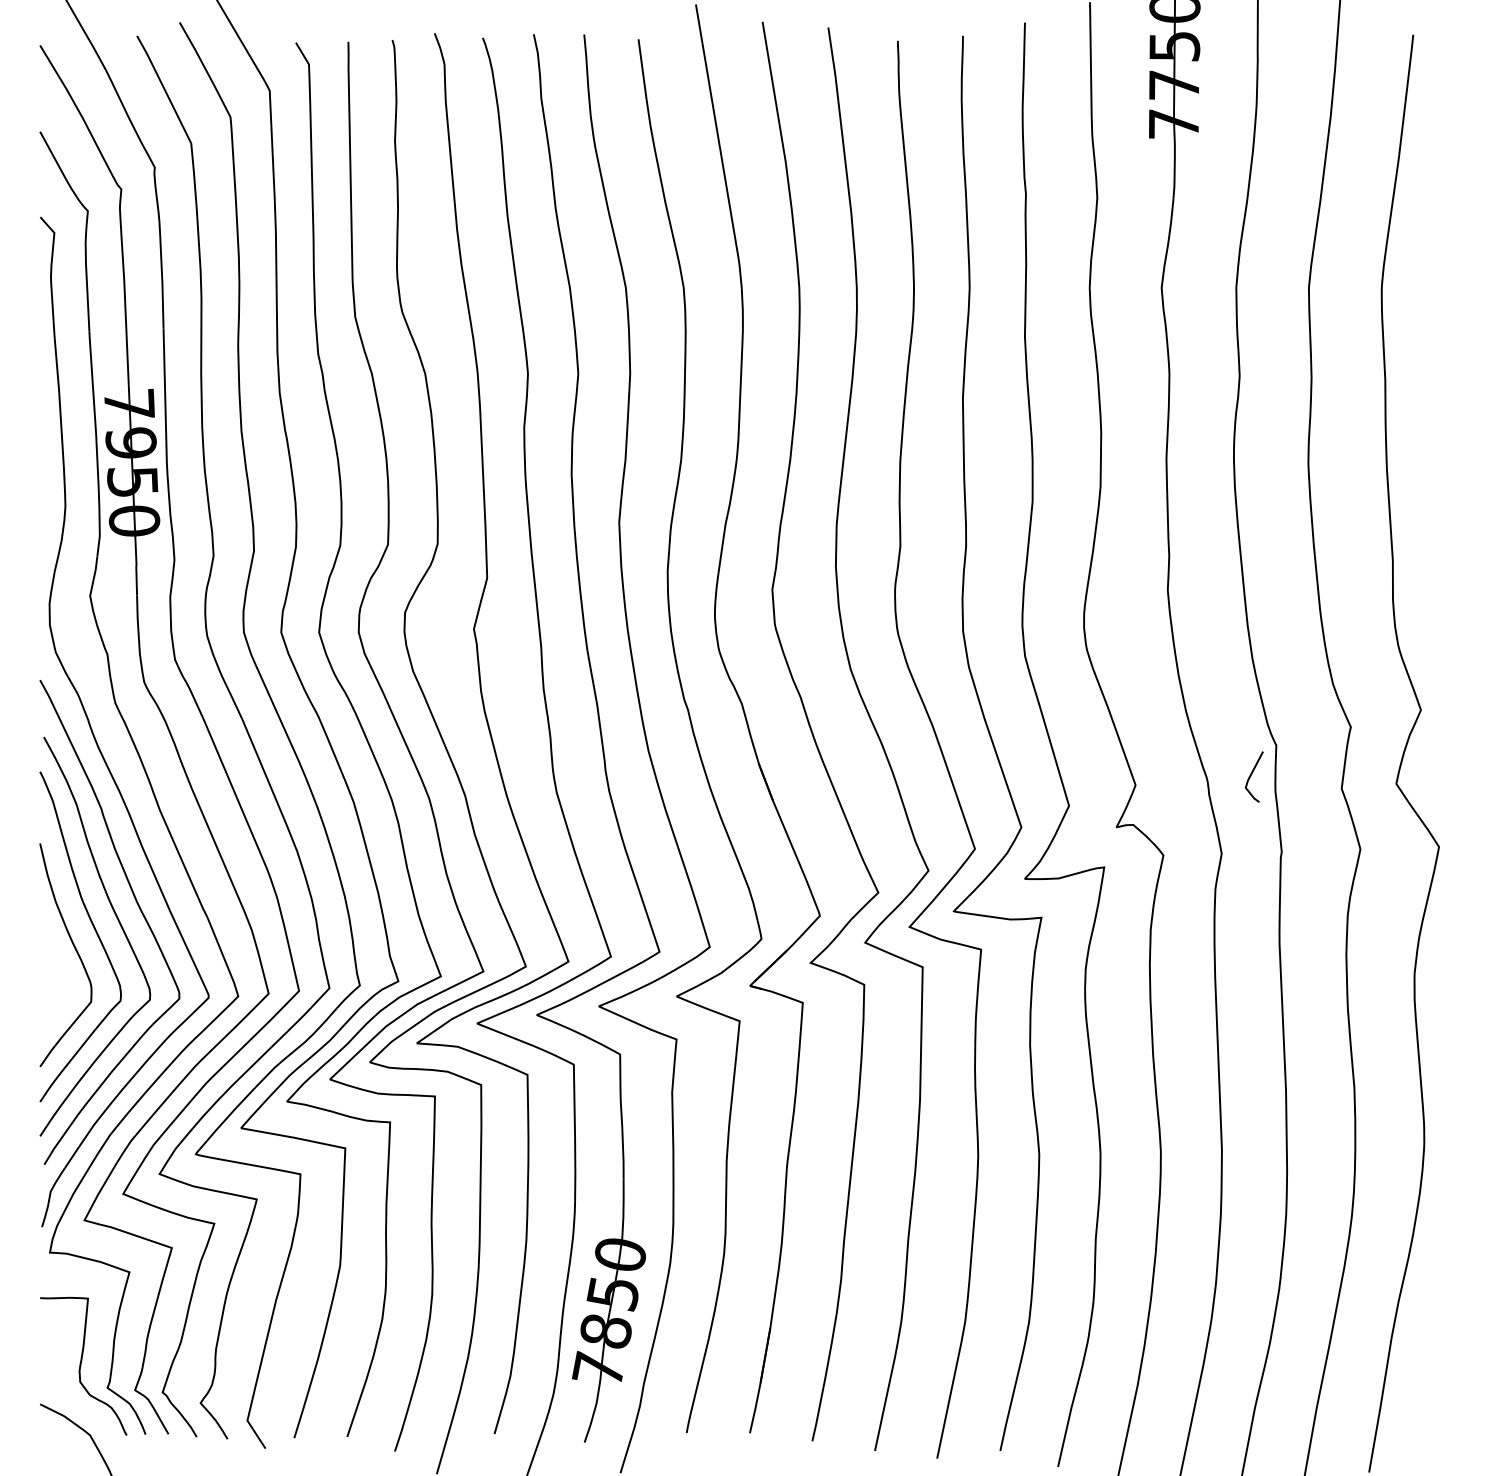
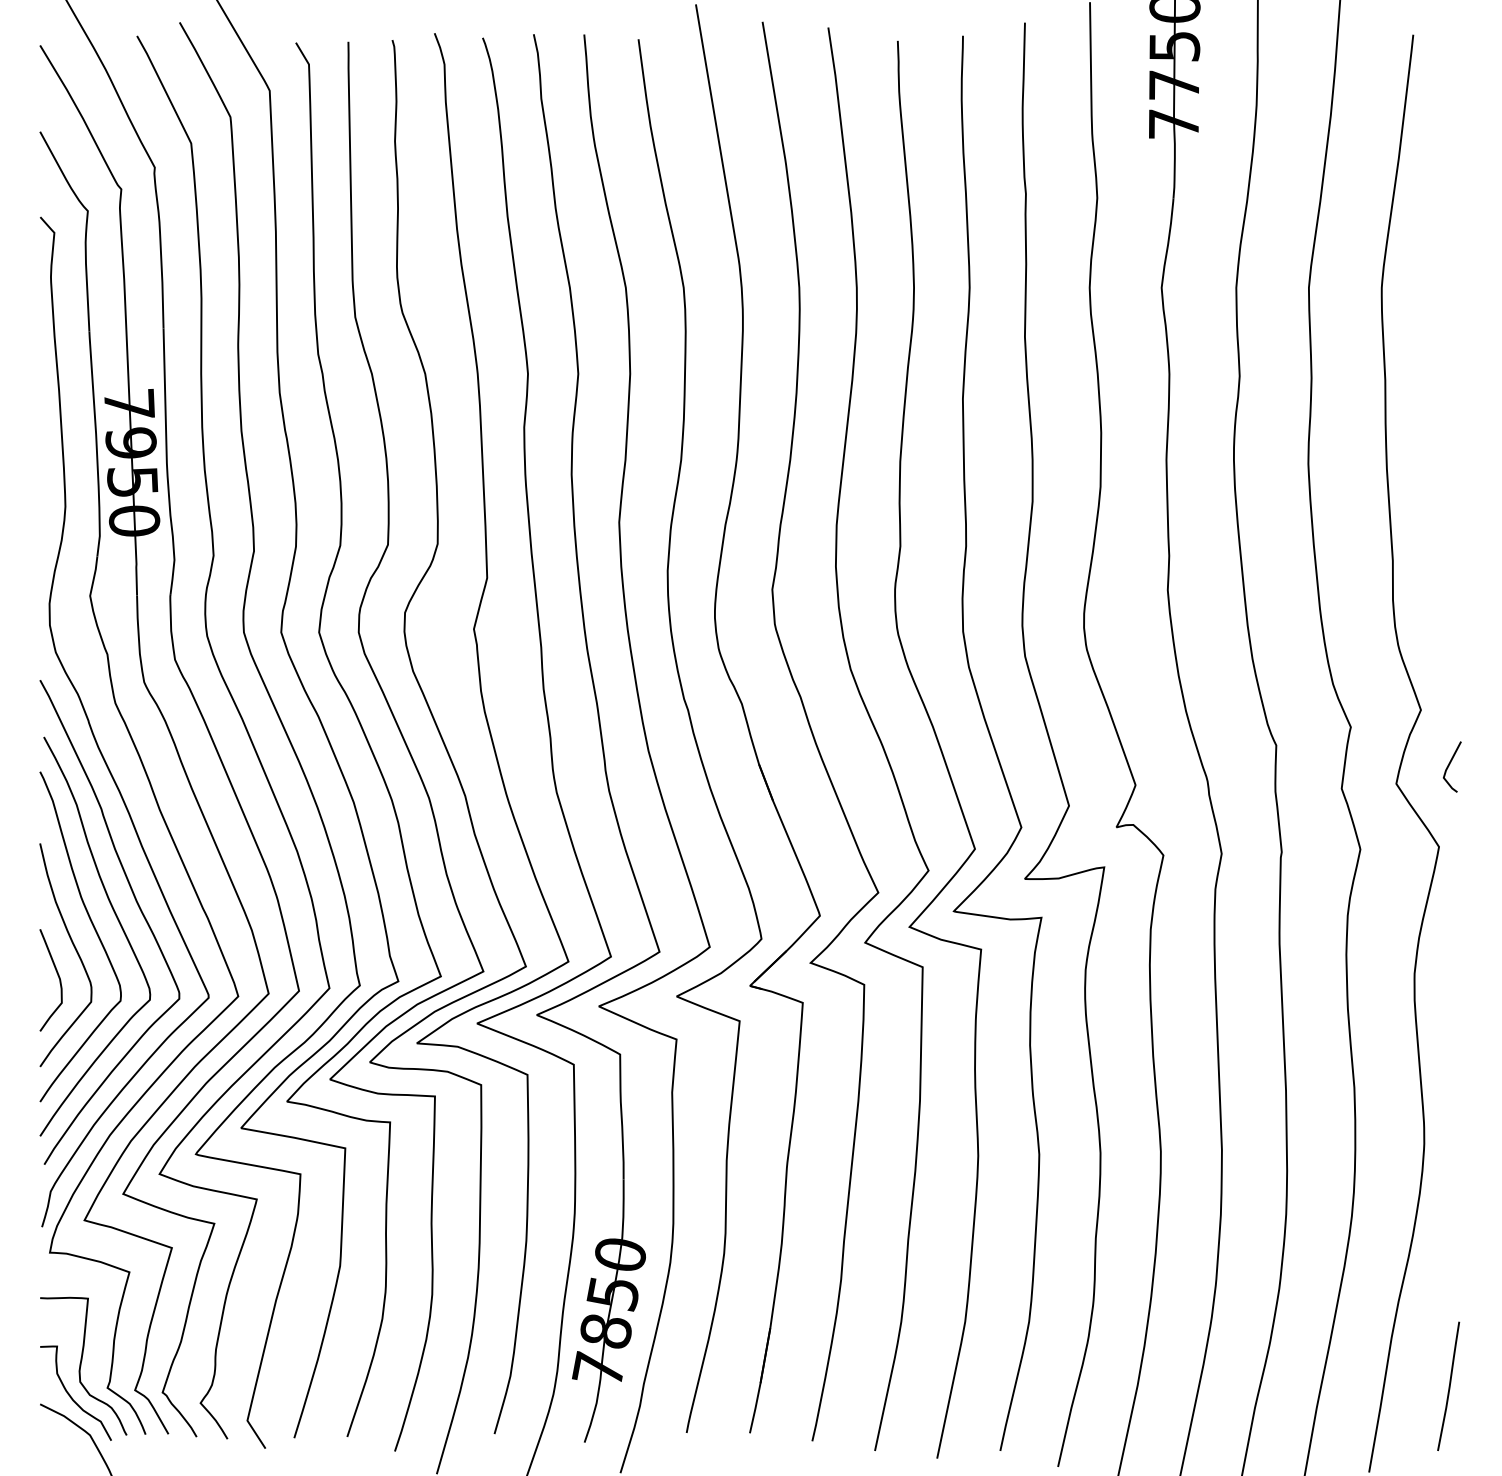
line at (1252, 774) position: (1252, 774) -> (1450, 764)
curve at (58, 978): none -> present
curve at (1449, 1385): none -> present
curve at (70, 1394): none -> present
